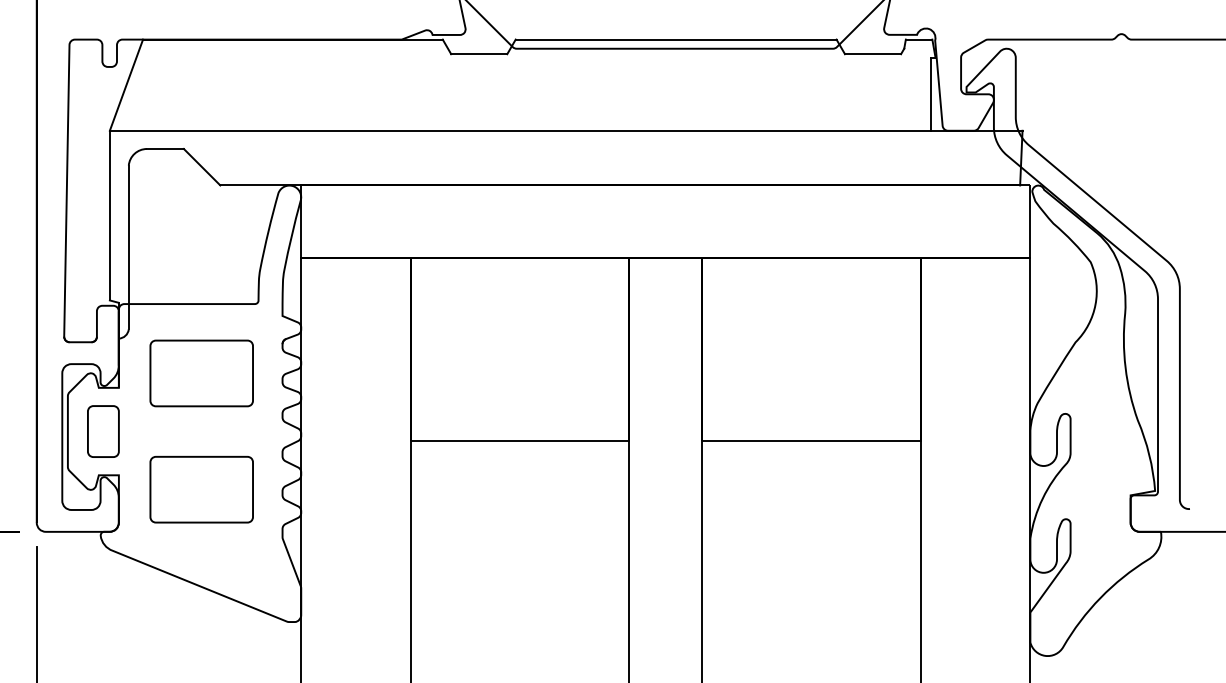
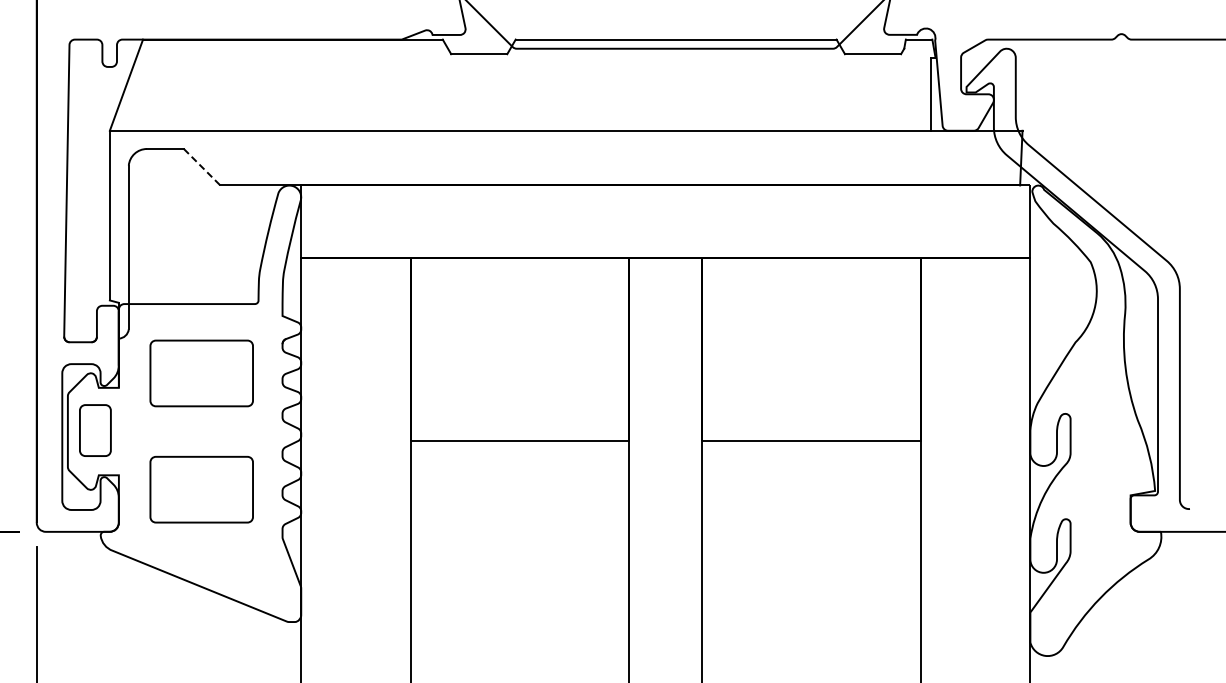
line at (202, 167): solid -> dashed
part at (103, 431) position: (103, 431) -> (95, 430)
